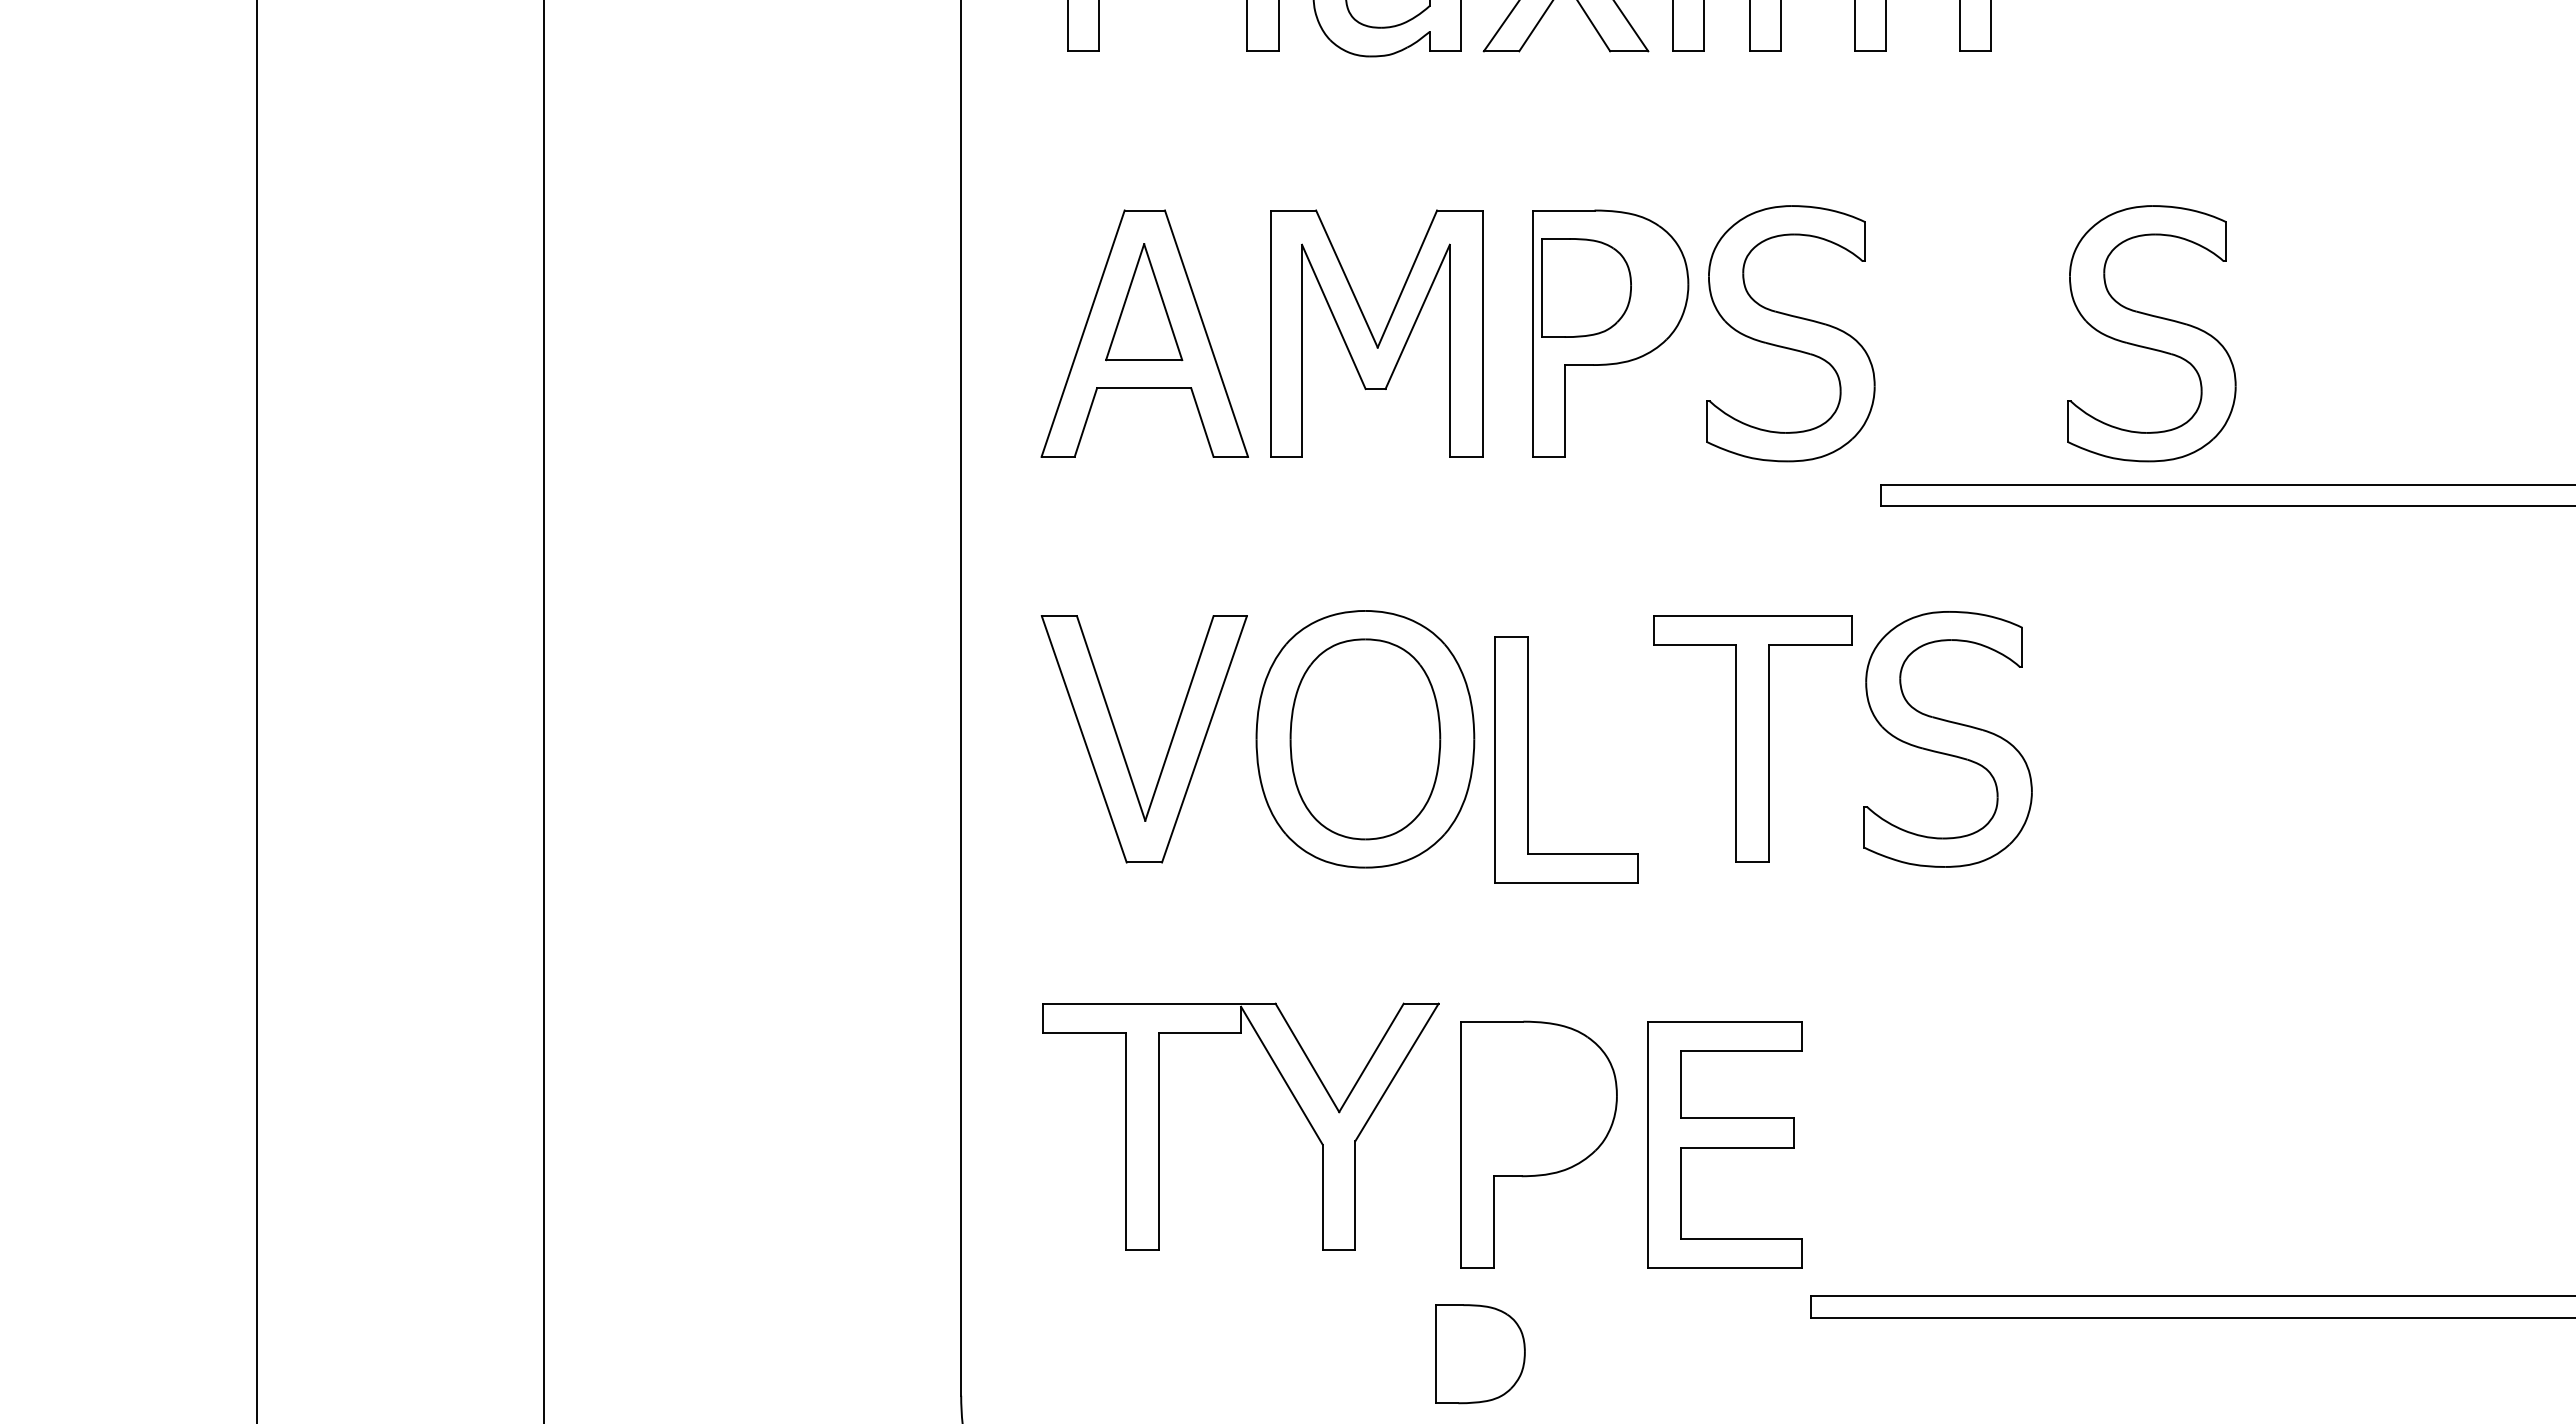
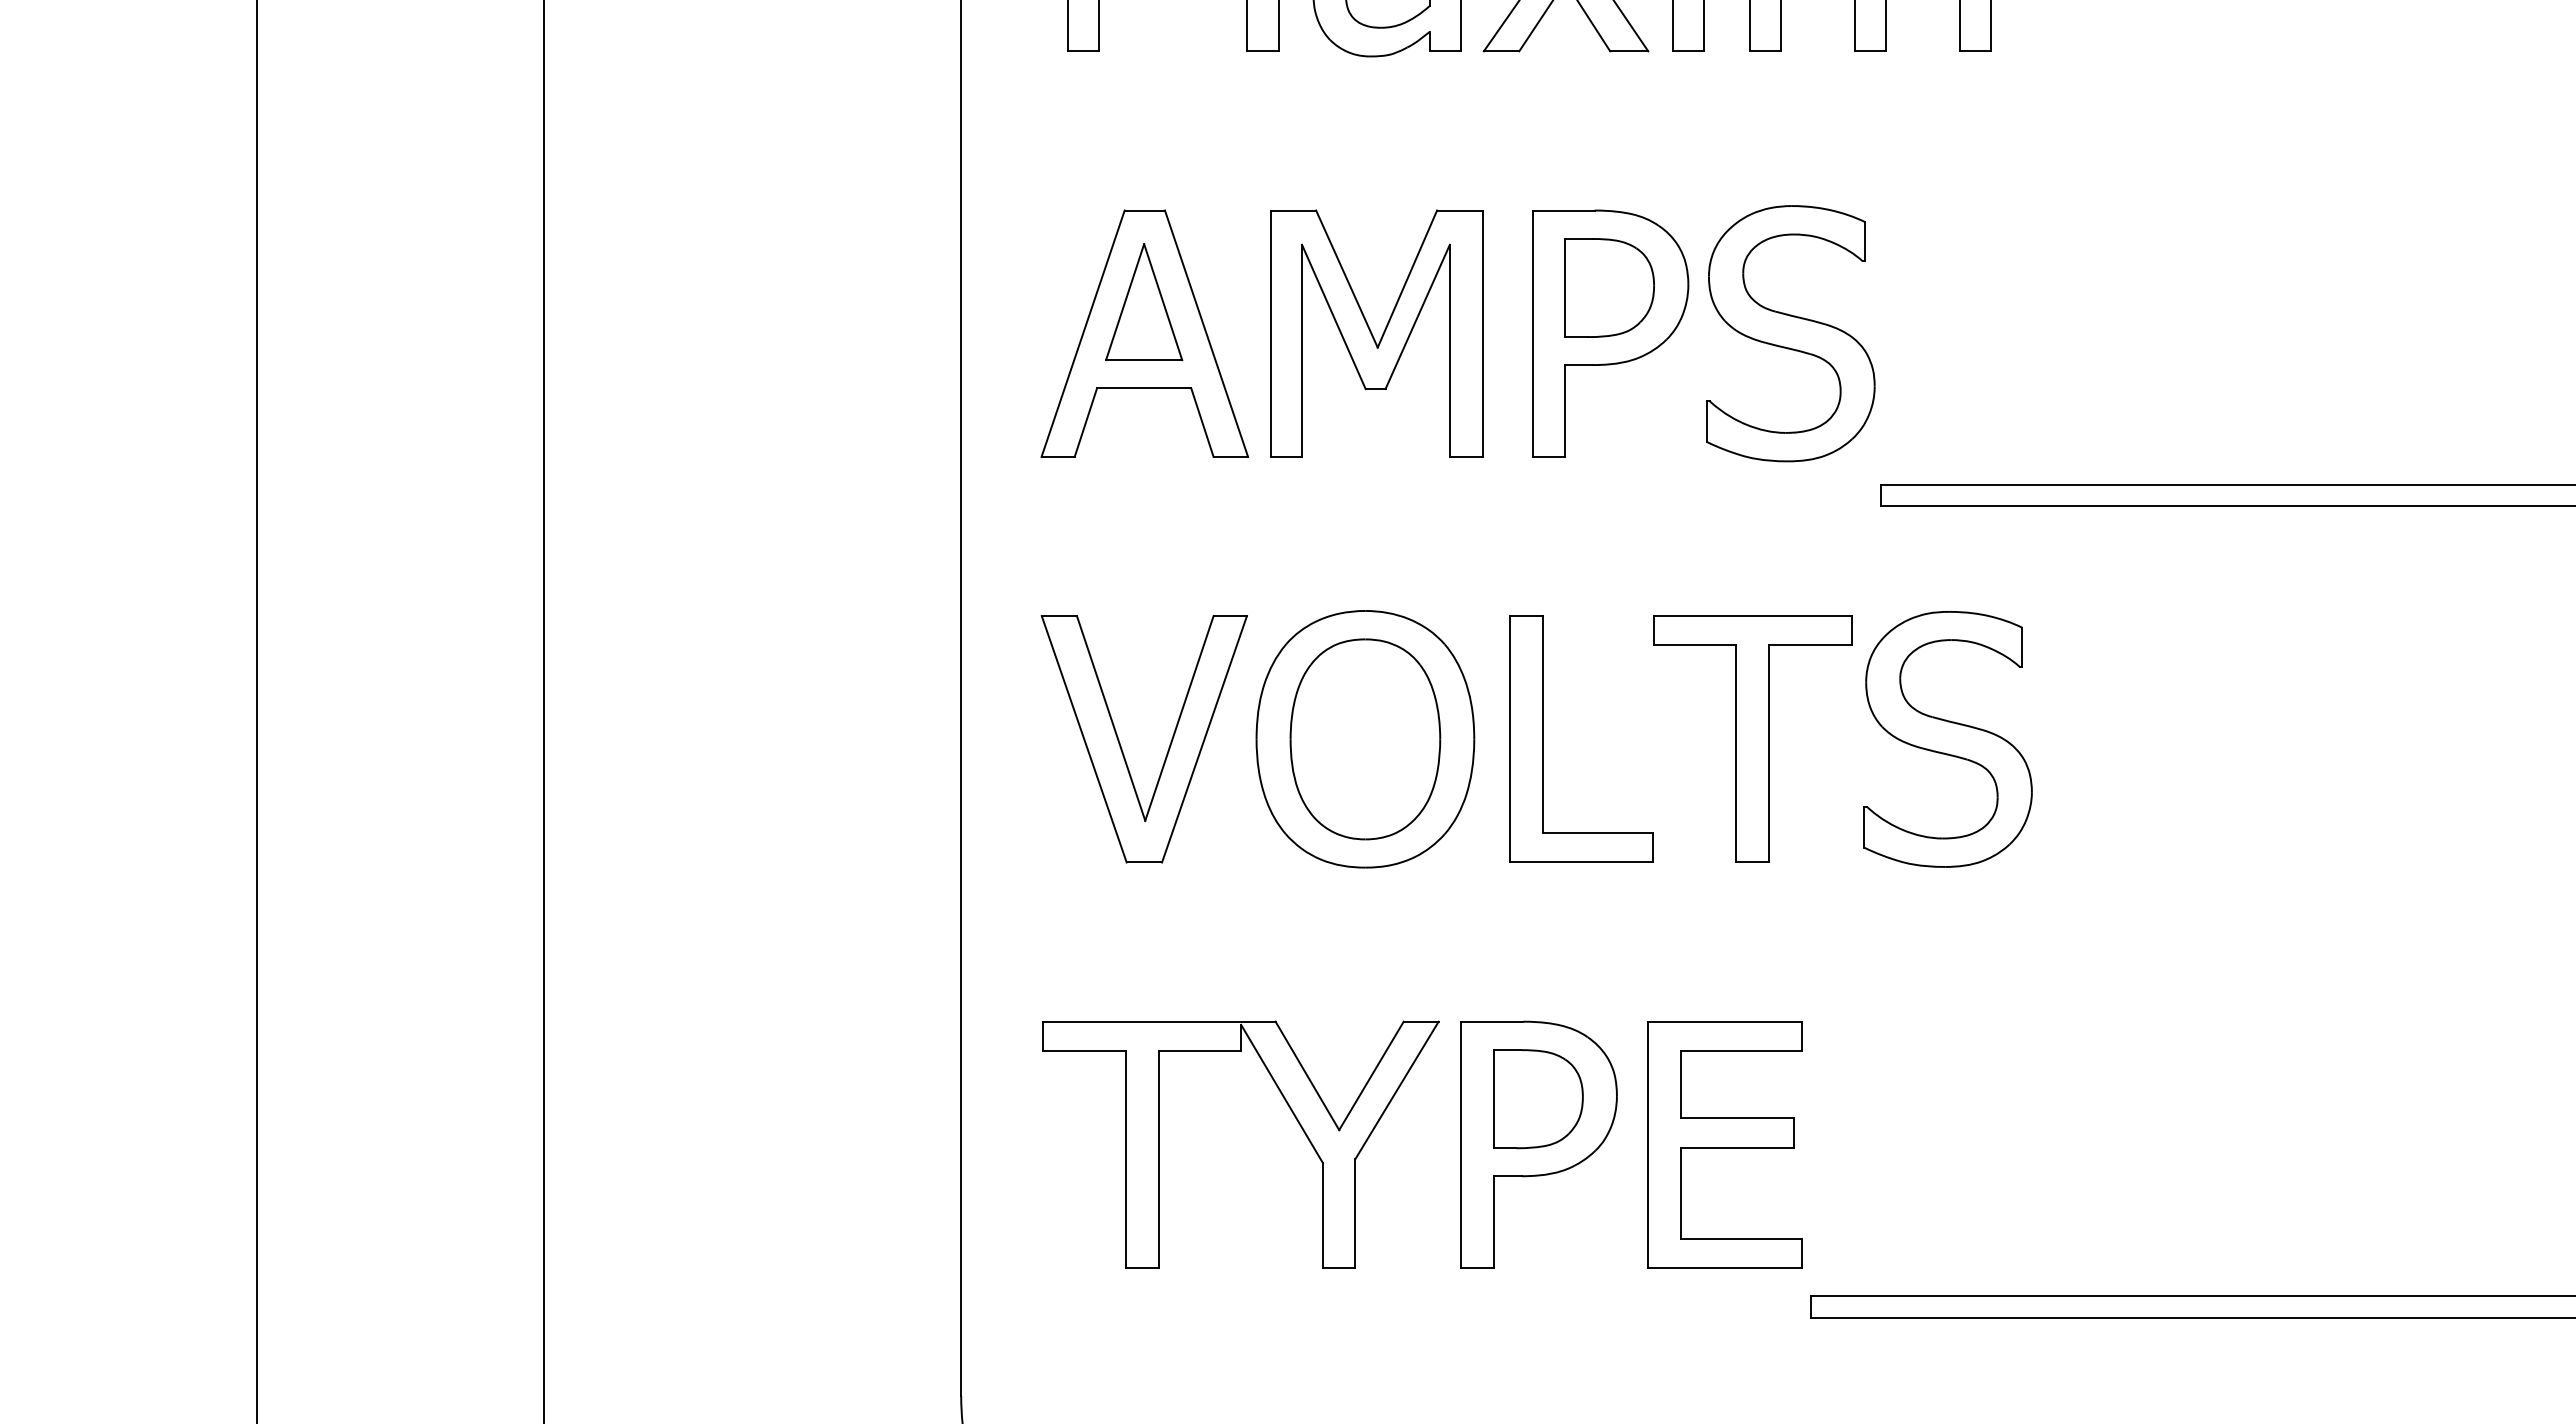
part at (1586, 287) position: (1586, 287) -> (1609, 287)
part at (2151, 333): present -> none
part at (1528, 759) position: (1528, 759) -> (1543, 738)
part at (1291, 1094) position: (1291, 1094) -> (1291, 1112)
part at (1480, 1354) position: (1480, 1354) -> (1538, 1099)
